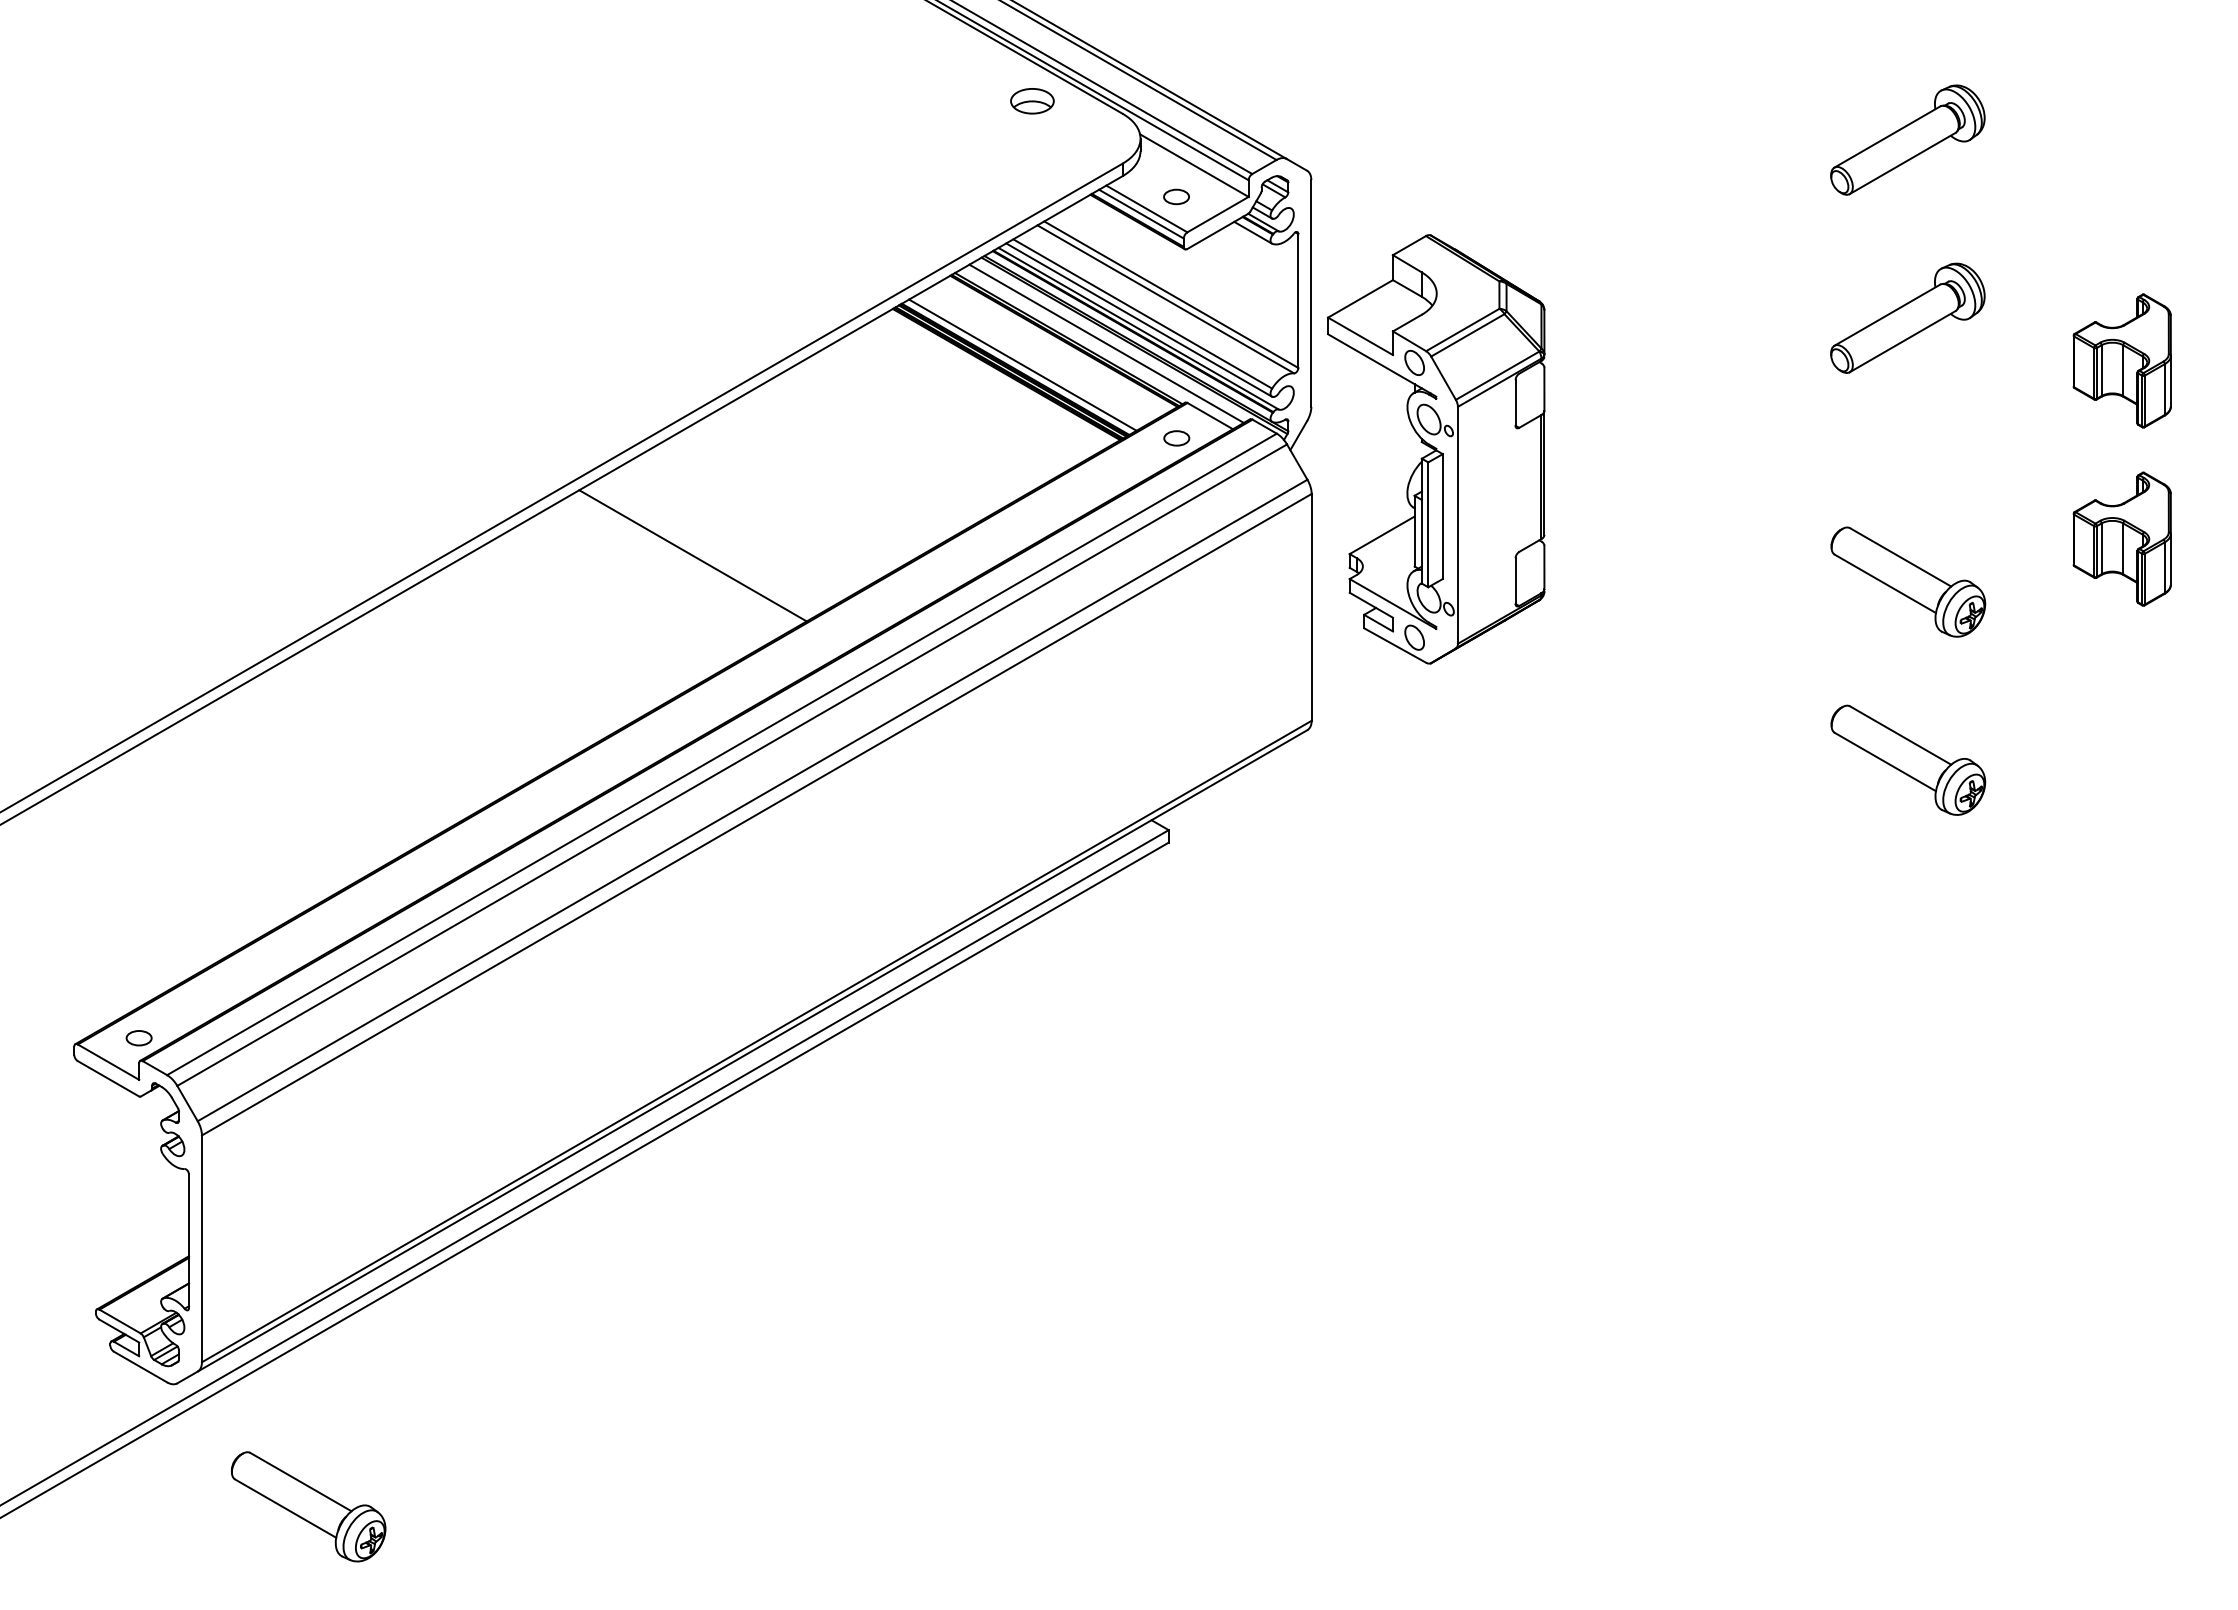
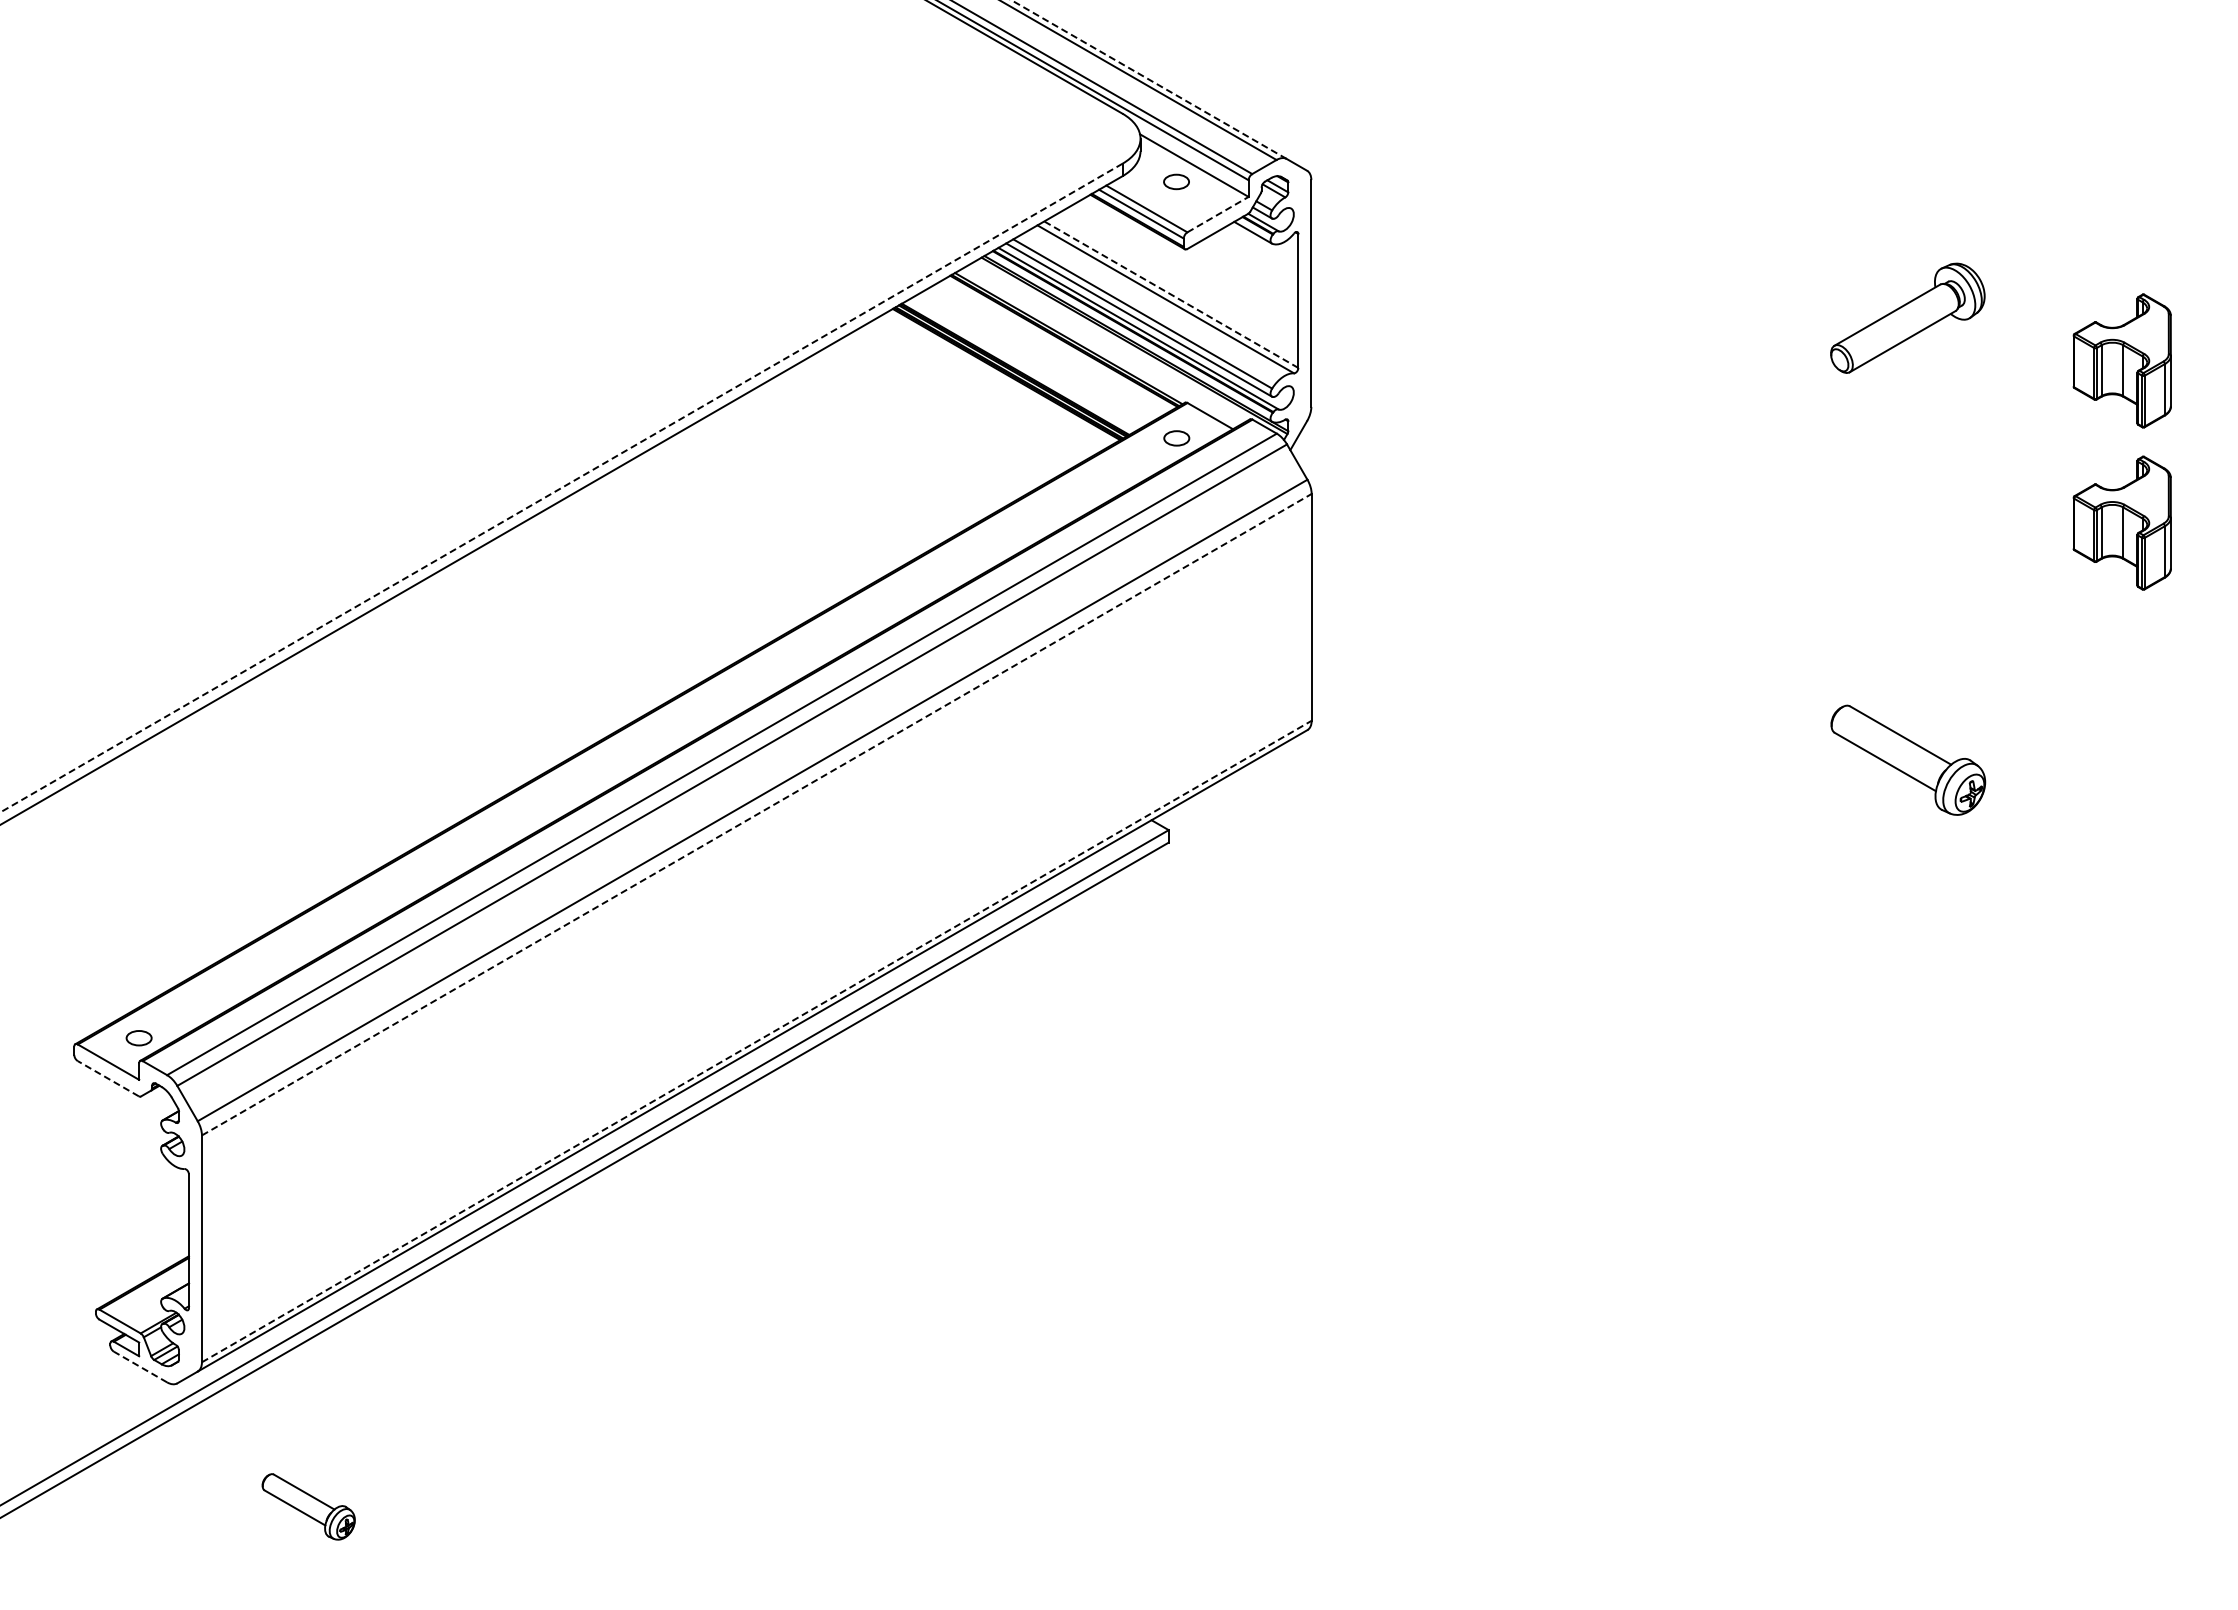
line at (1149, 79): solid -> dashed
part at (1032, 101): present -> none
part at (1907, 139): present -> none
part at (1176, 196) position: (1176, 196) -> (1176, 181)
line at (1218, 214): solid -> dashed
line at (1171, 294): solid -> dashed
line at (1106, 343): present -> none
line at (1022, 364): present -> none
part at (1436, 449): present -> none
line at (560, 488): solid -> dashed
part at (2121, 538) position: (2121, 538) -> (2121, 522)
line at (692, 555): present -> none
part at (1908, 581): present -> none
line at (756, 814): solid -> dashed
line at (756, 1041): solid -> dashed
line at (107, 1078): solid -> dashed
line at (140, 1367): solid -> dashed
part at (308, 1506) size: 156x112 px -> 95x68 px
